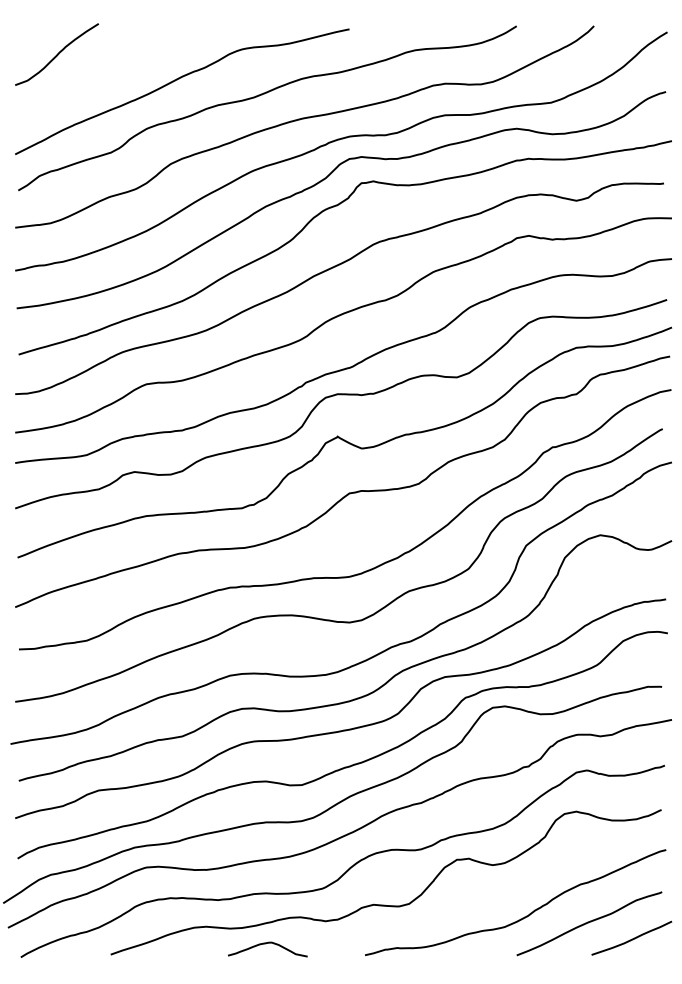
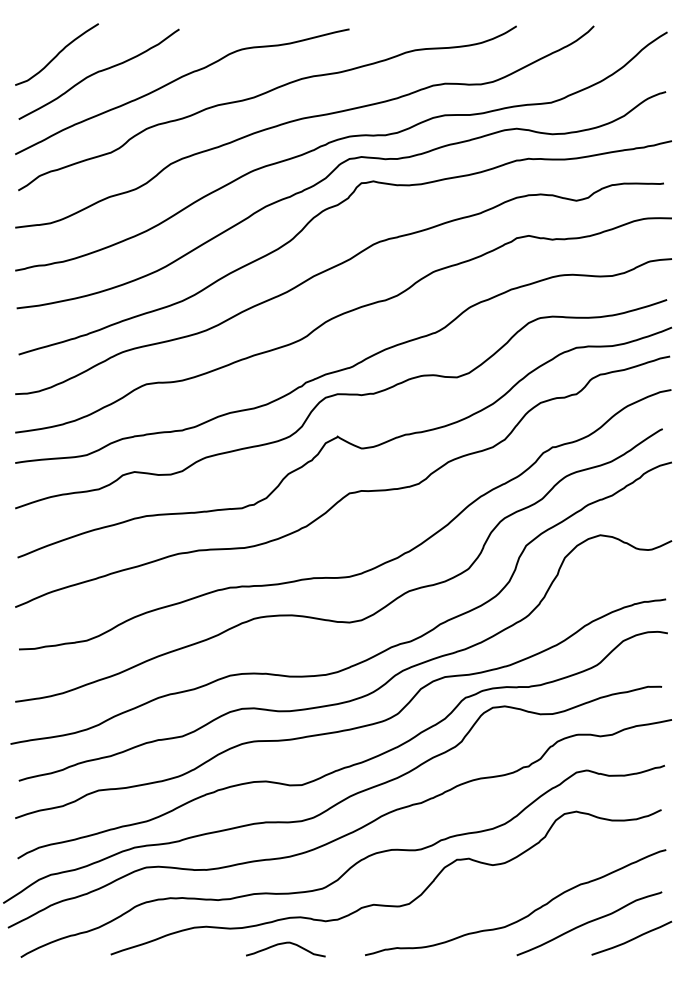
curve at (98, 72): none -> present
curve at (265, 944) position: (265, 944) -> (283, 944)
